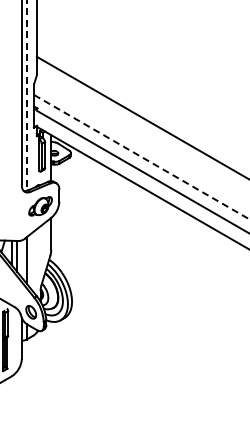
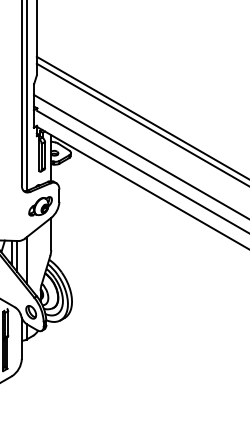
line at (26, 96): dashed -> solid
line at (141, 123): none -> present
line at (142, 157): dashed -> solid
